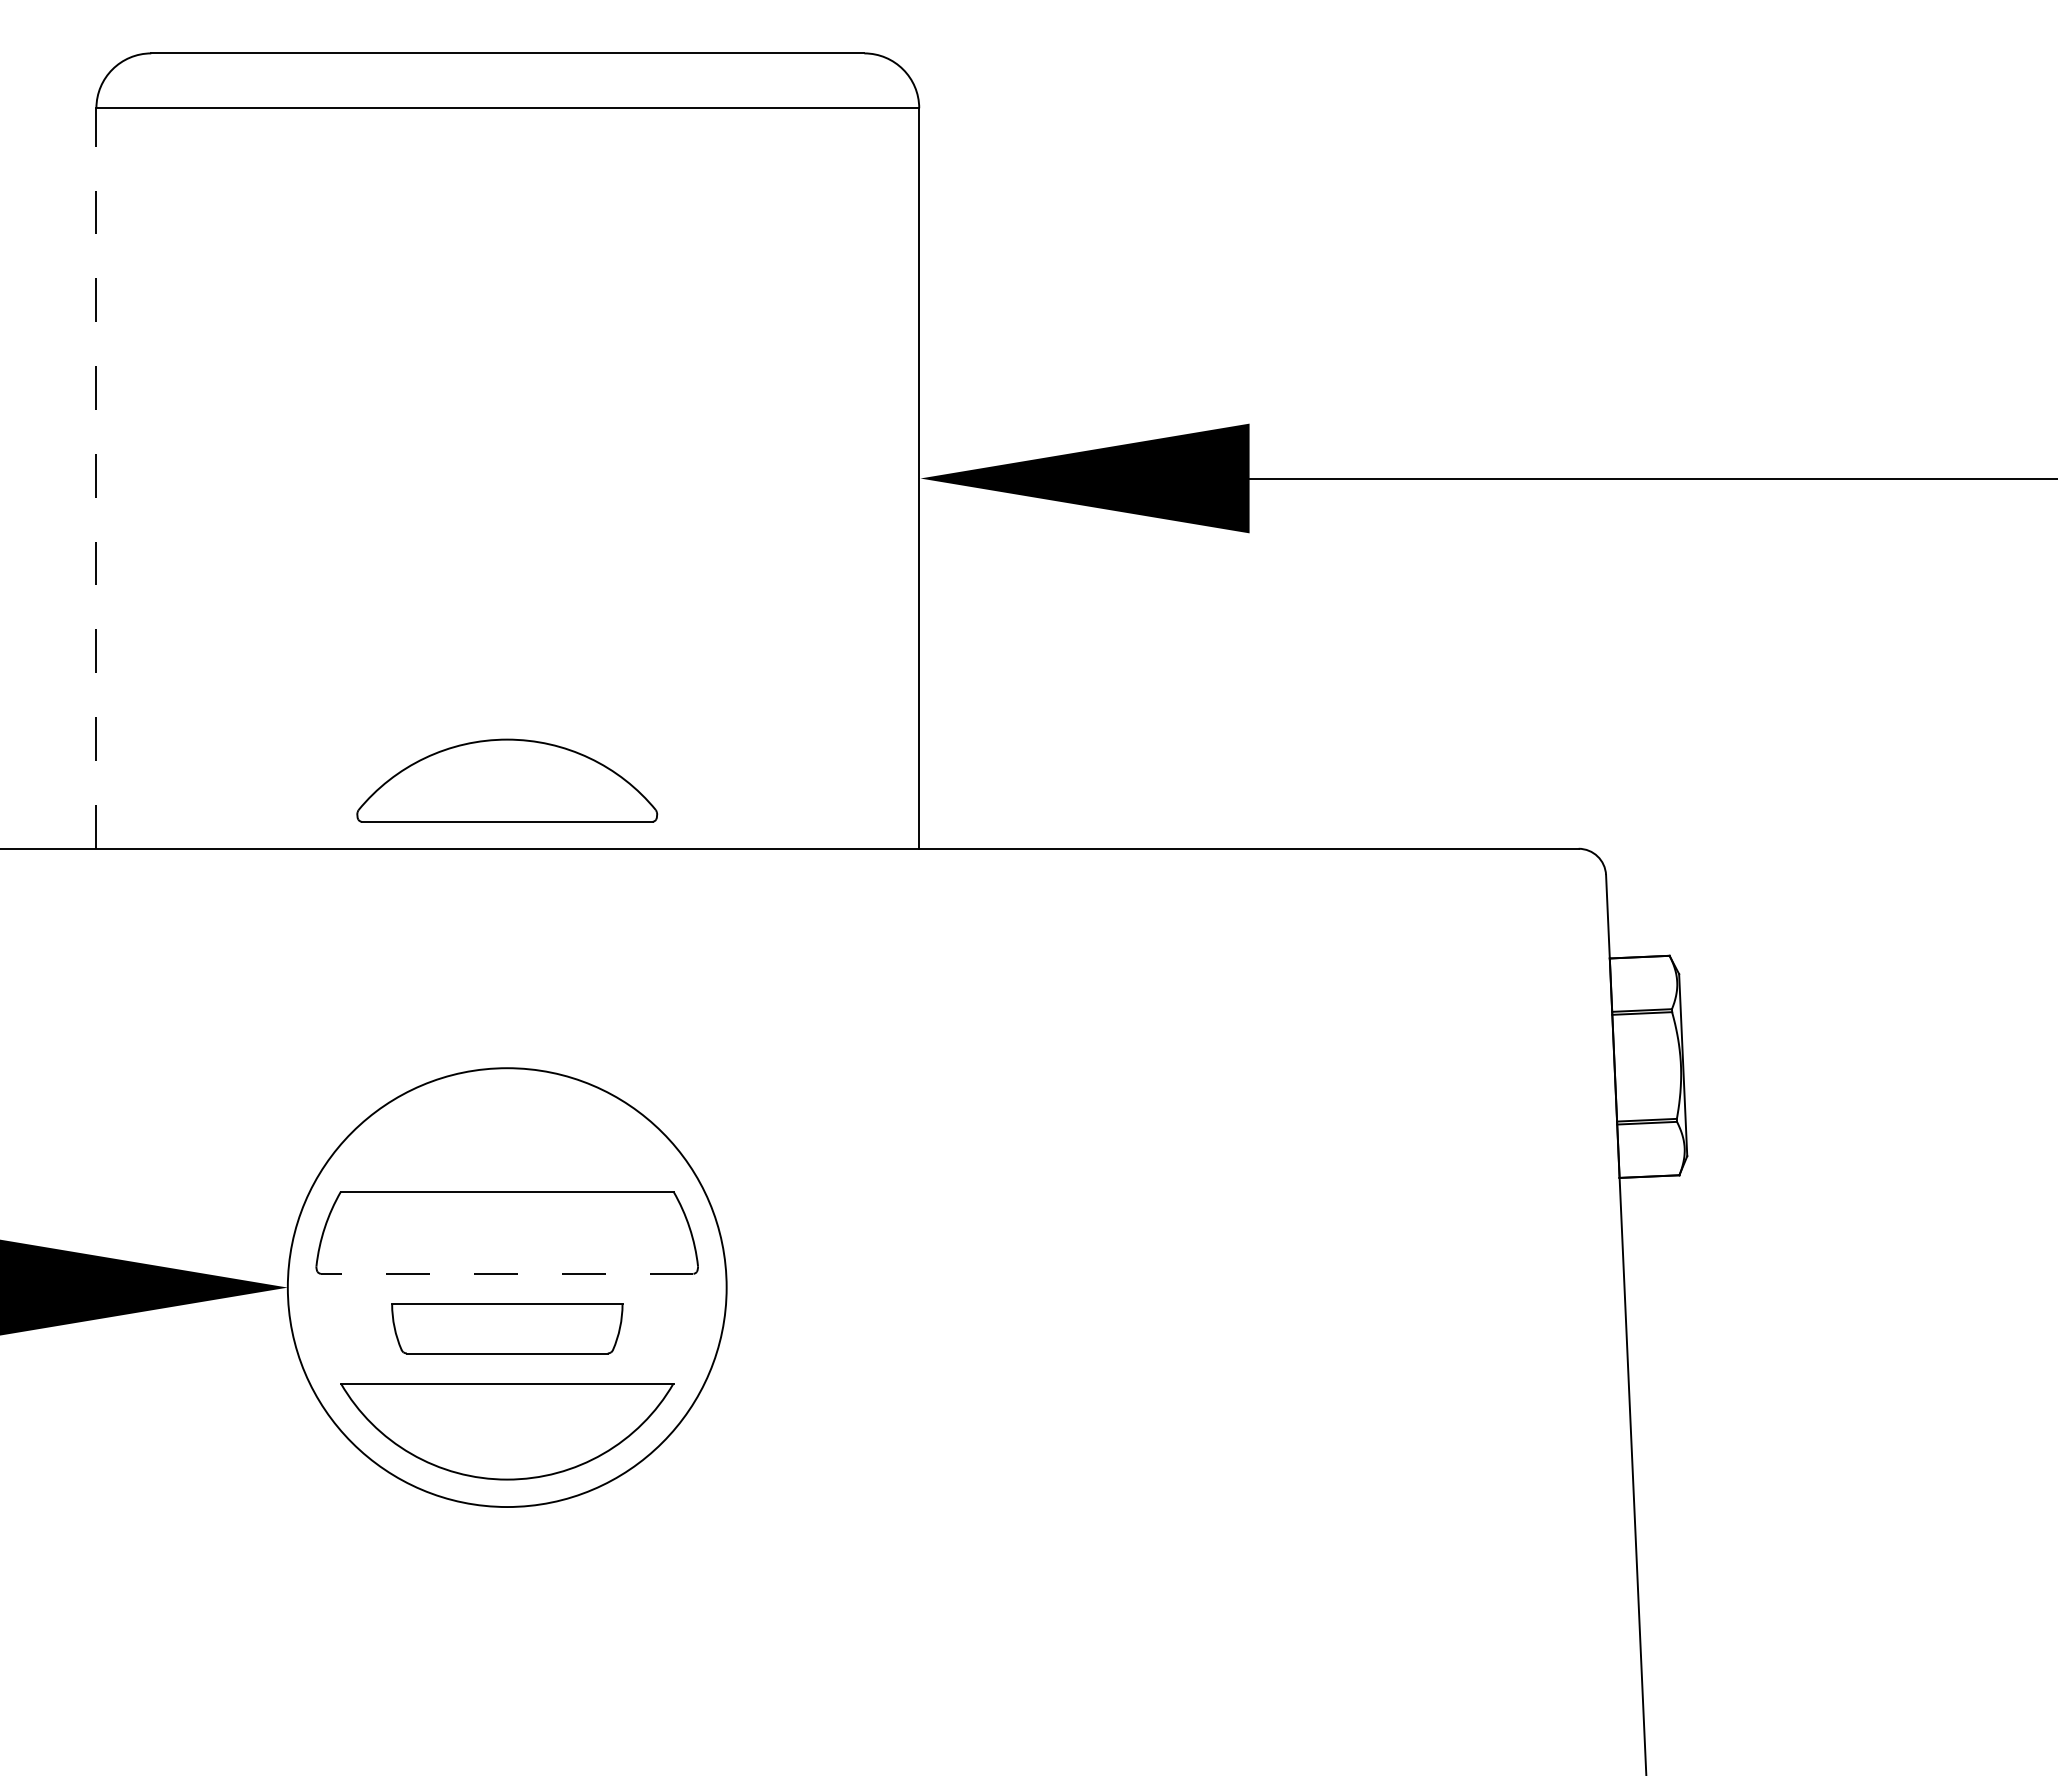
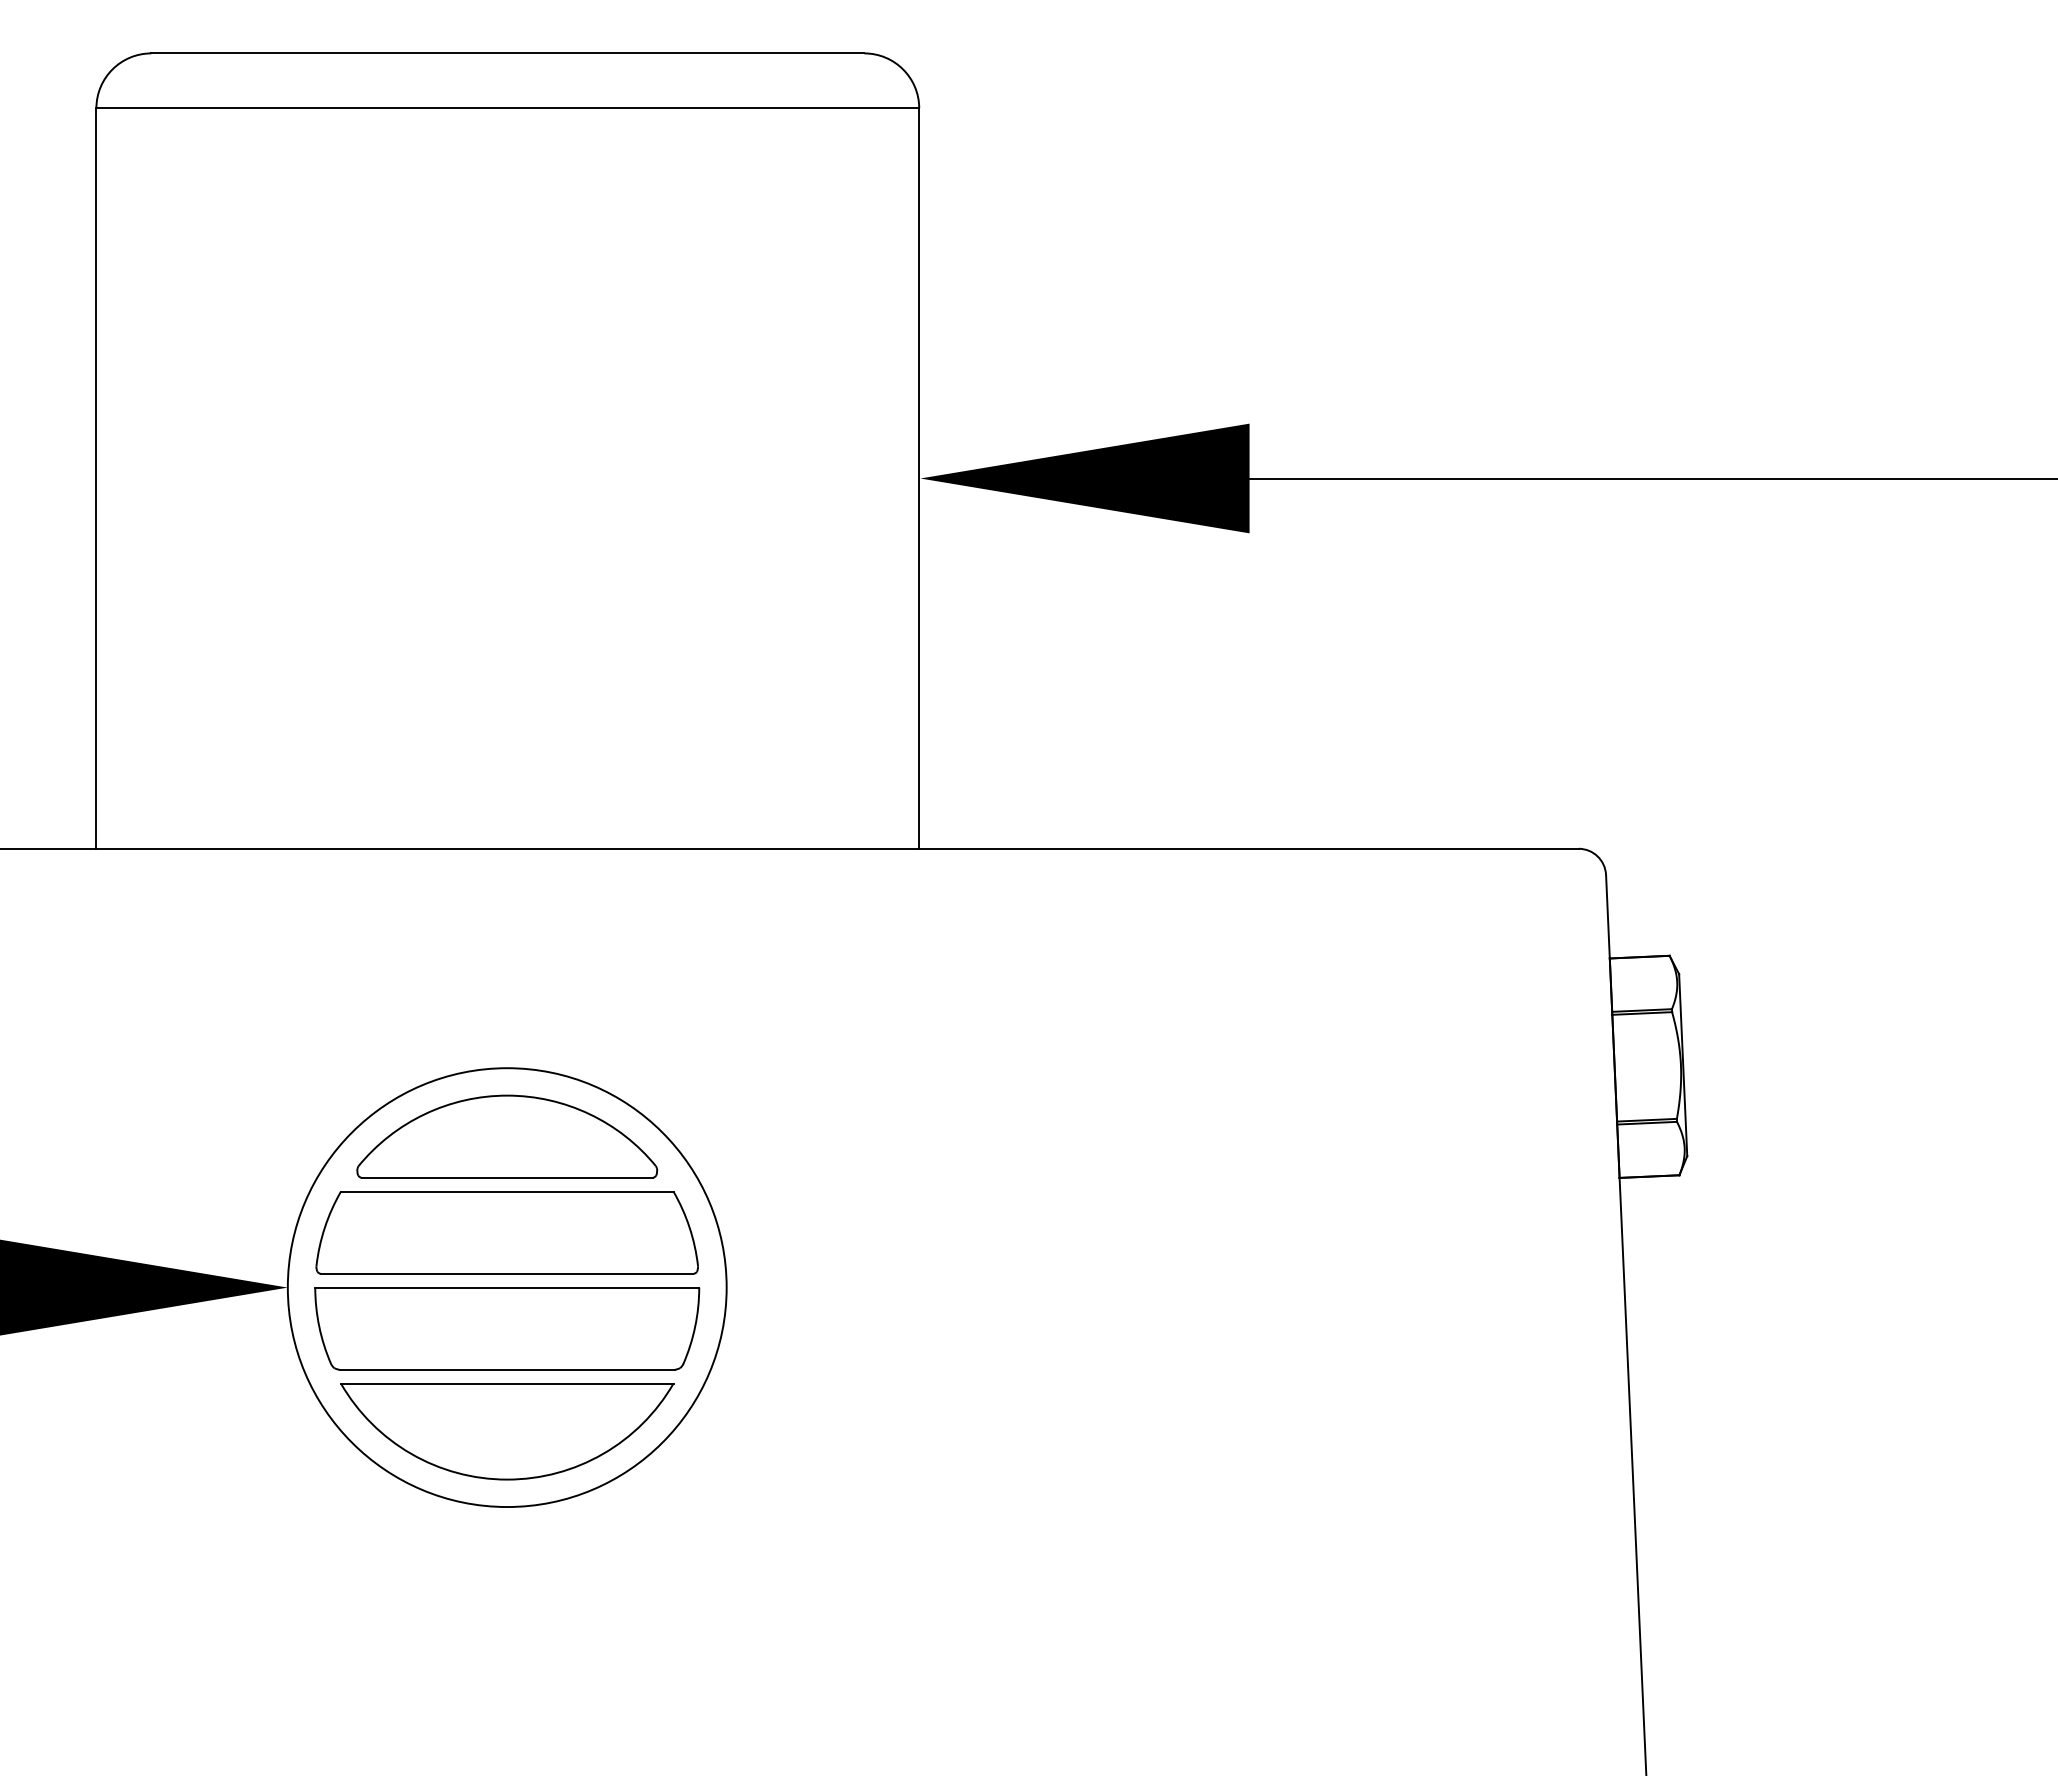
line at (96, 478): dashed -> solid
part at (507, 780) position: (507, 780) -> (507, 1136)
line at (506, 1273): dashed -> solid
part at (507, 1328) size: 233x52 px -> 387x84 px
